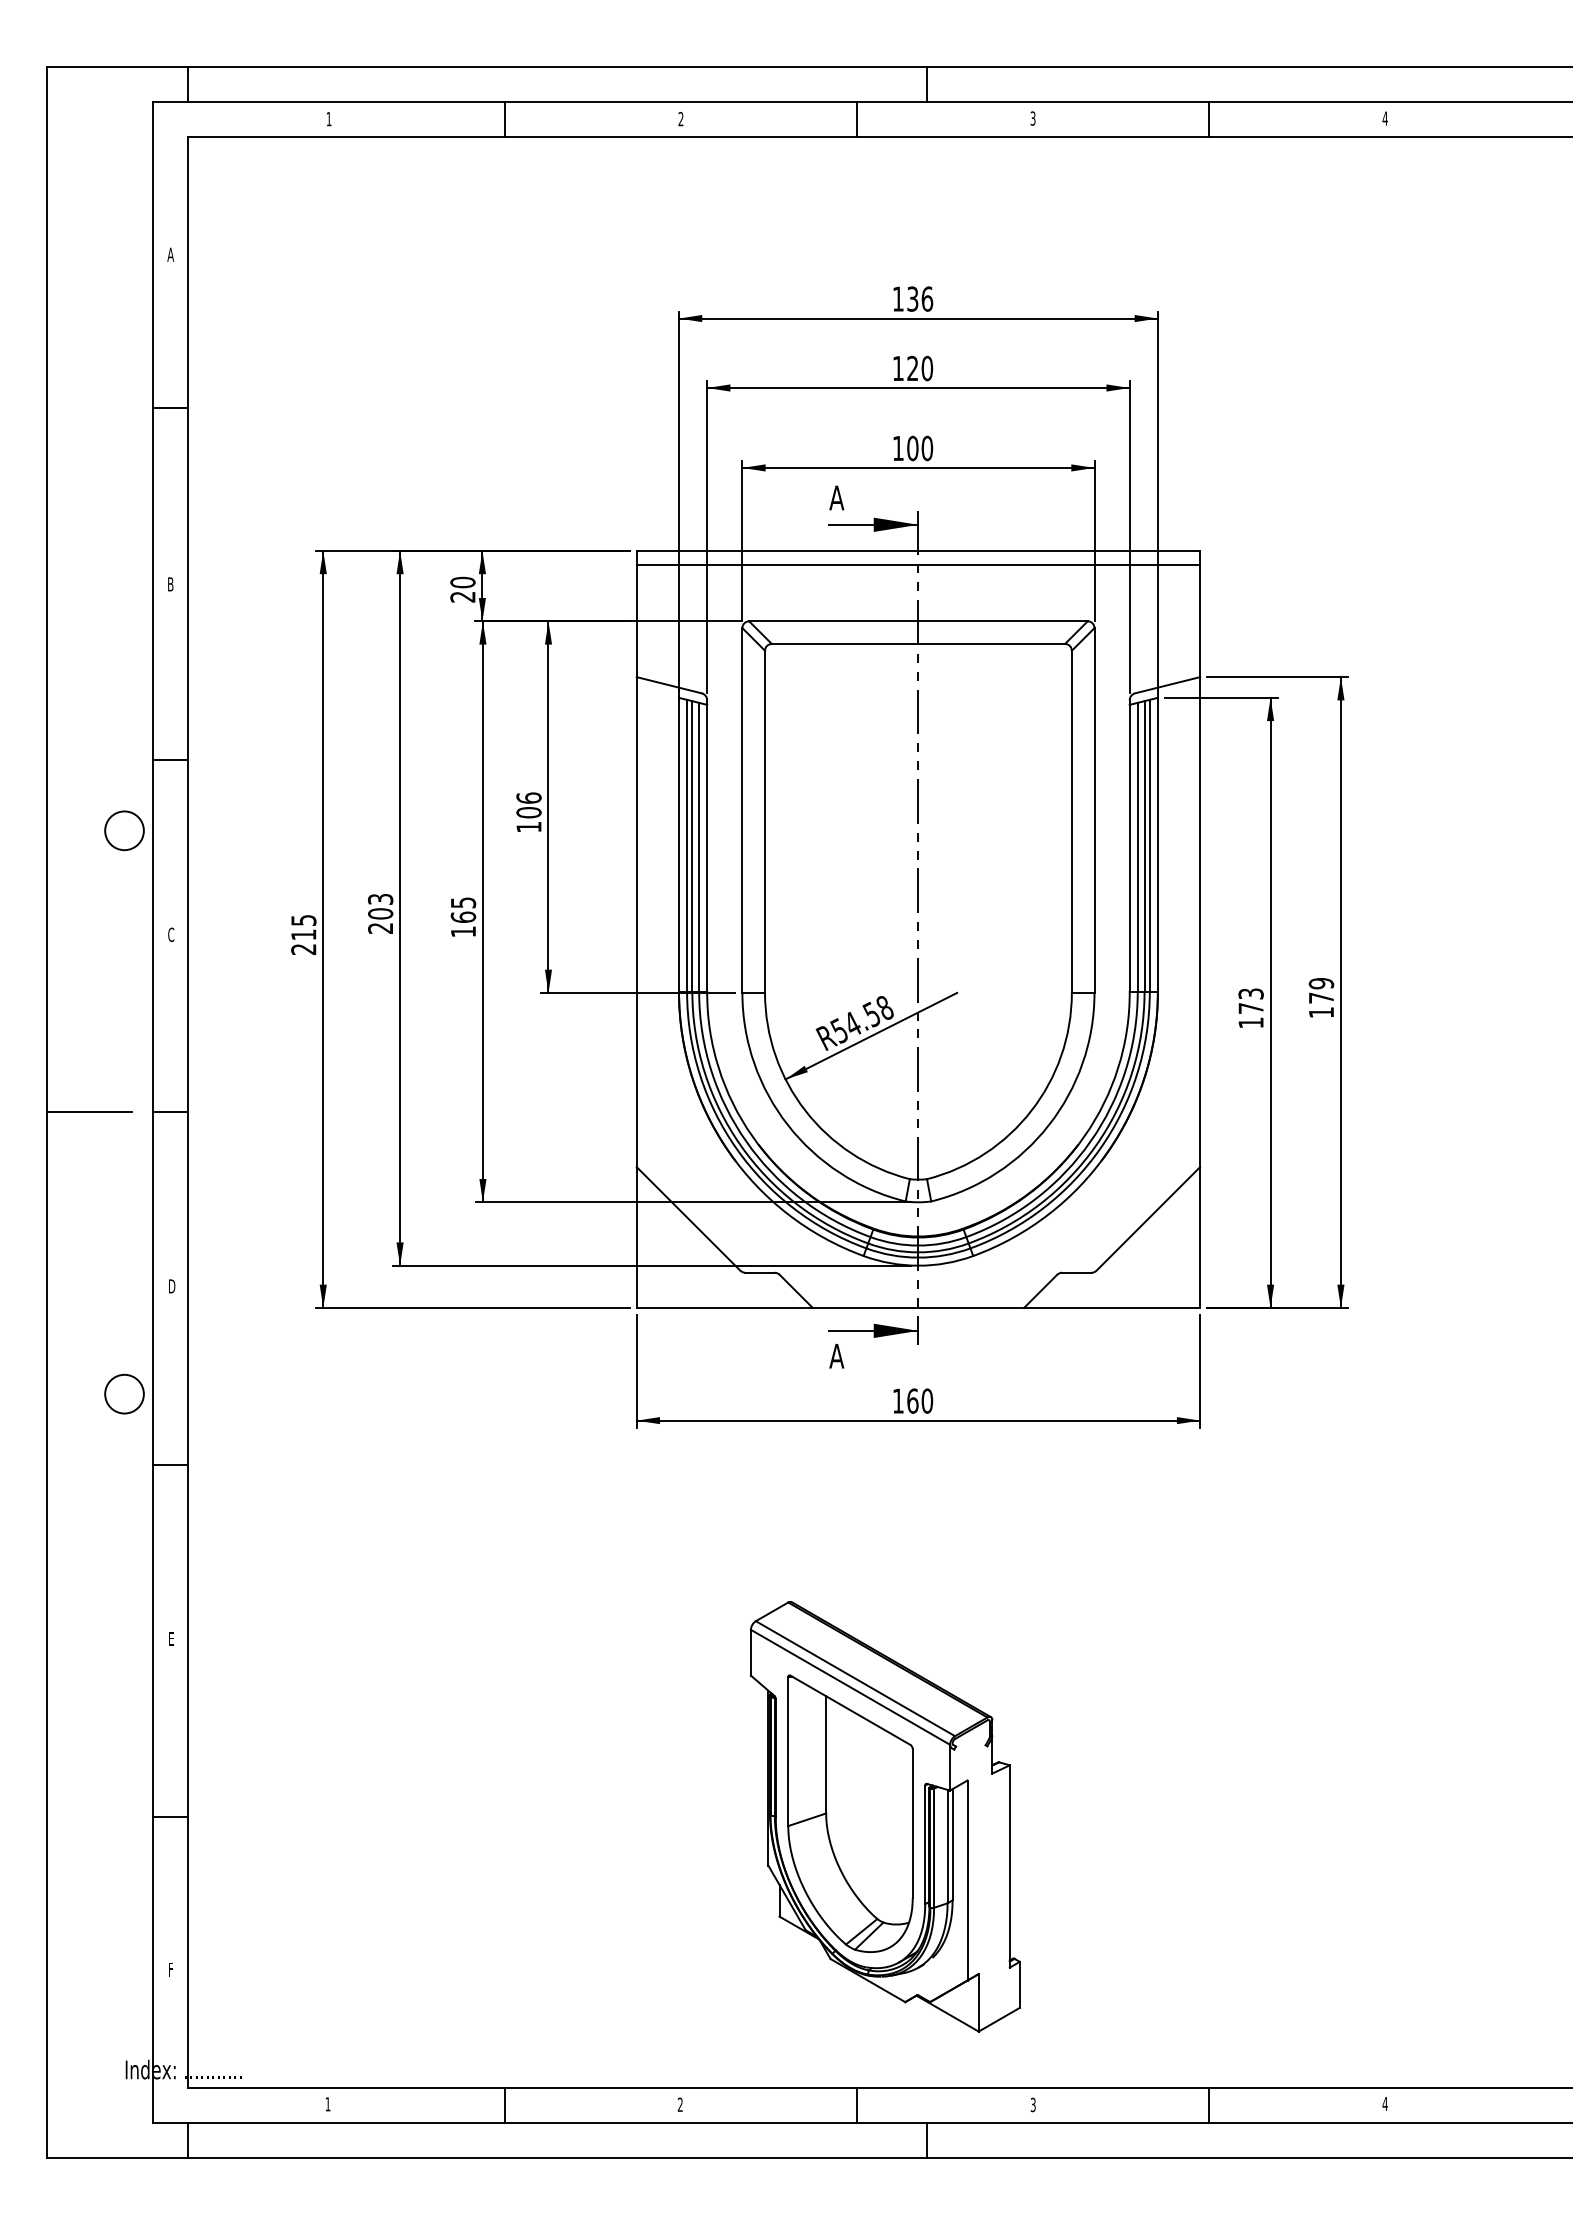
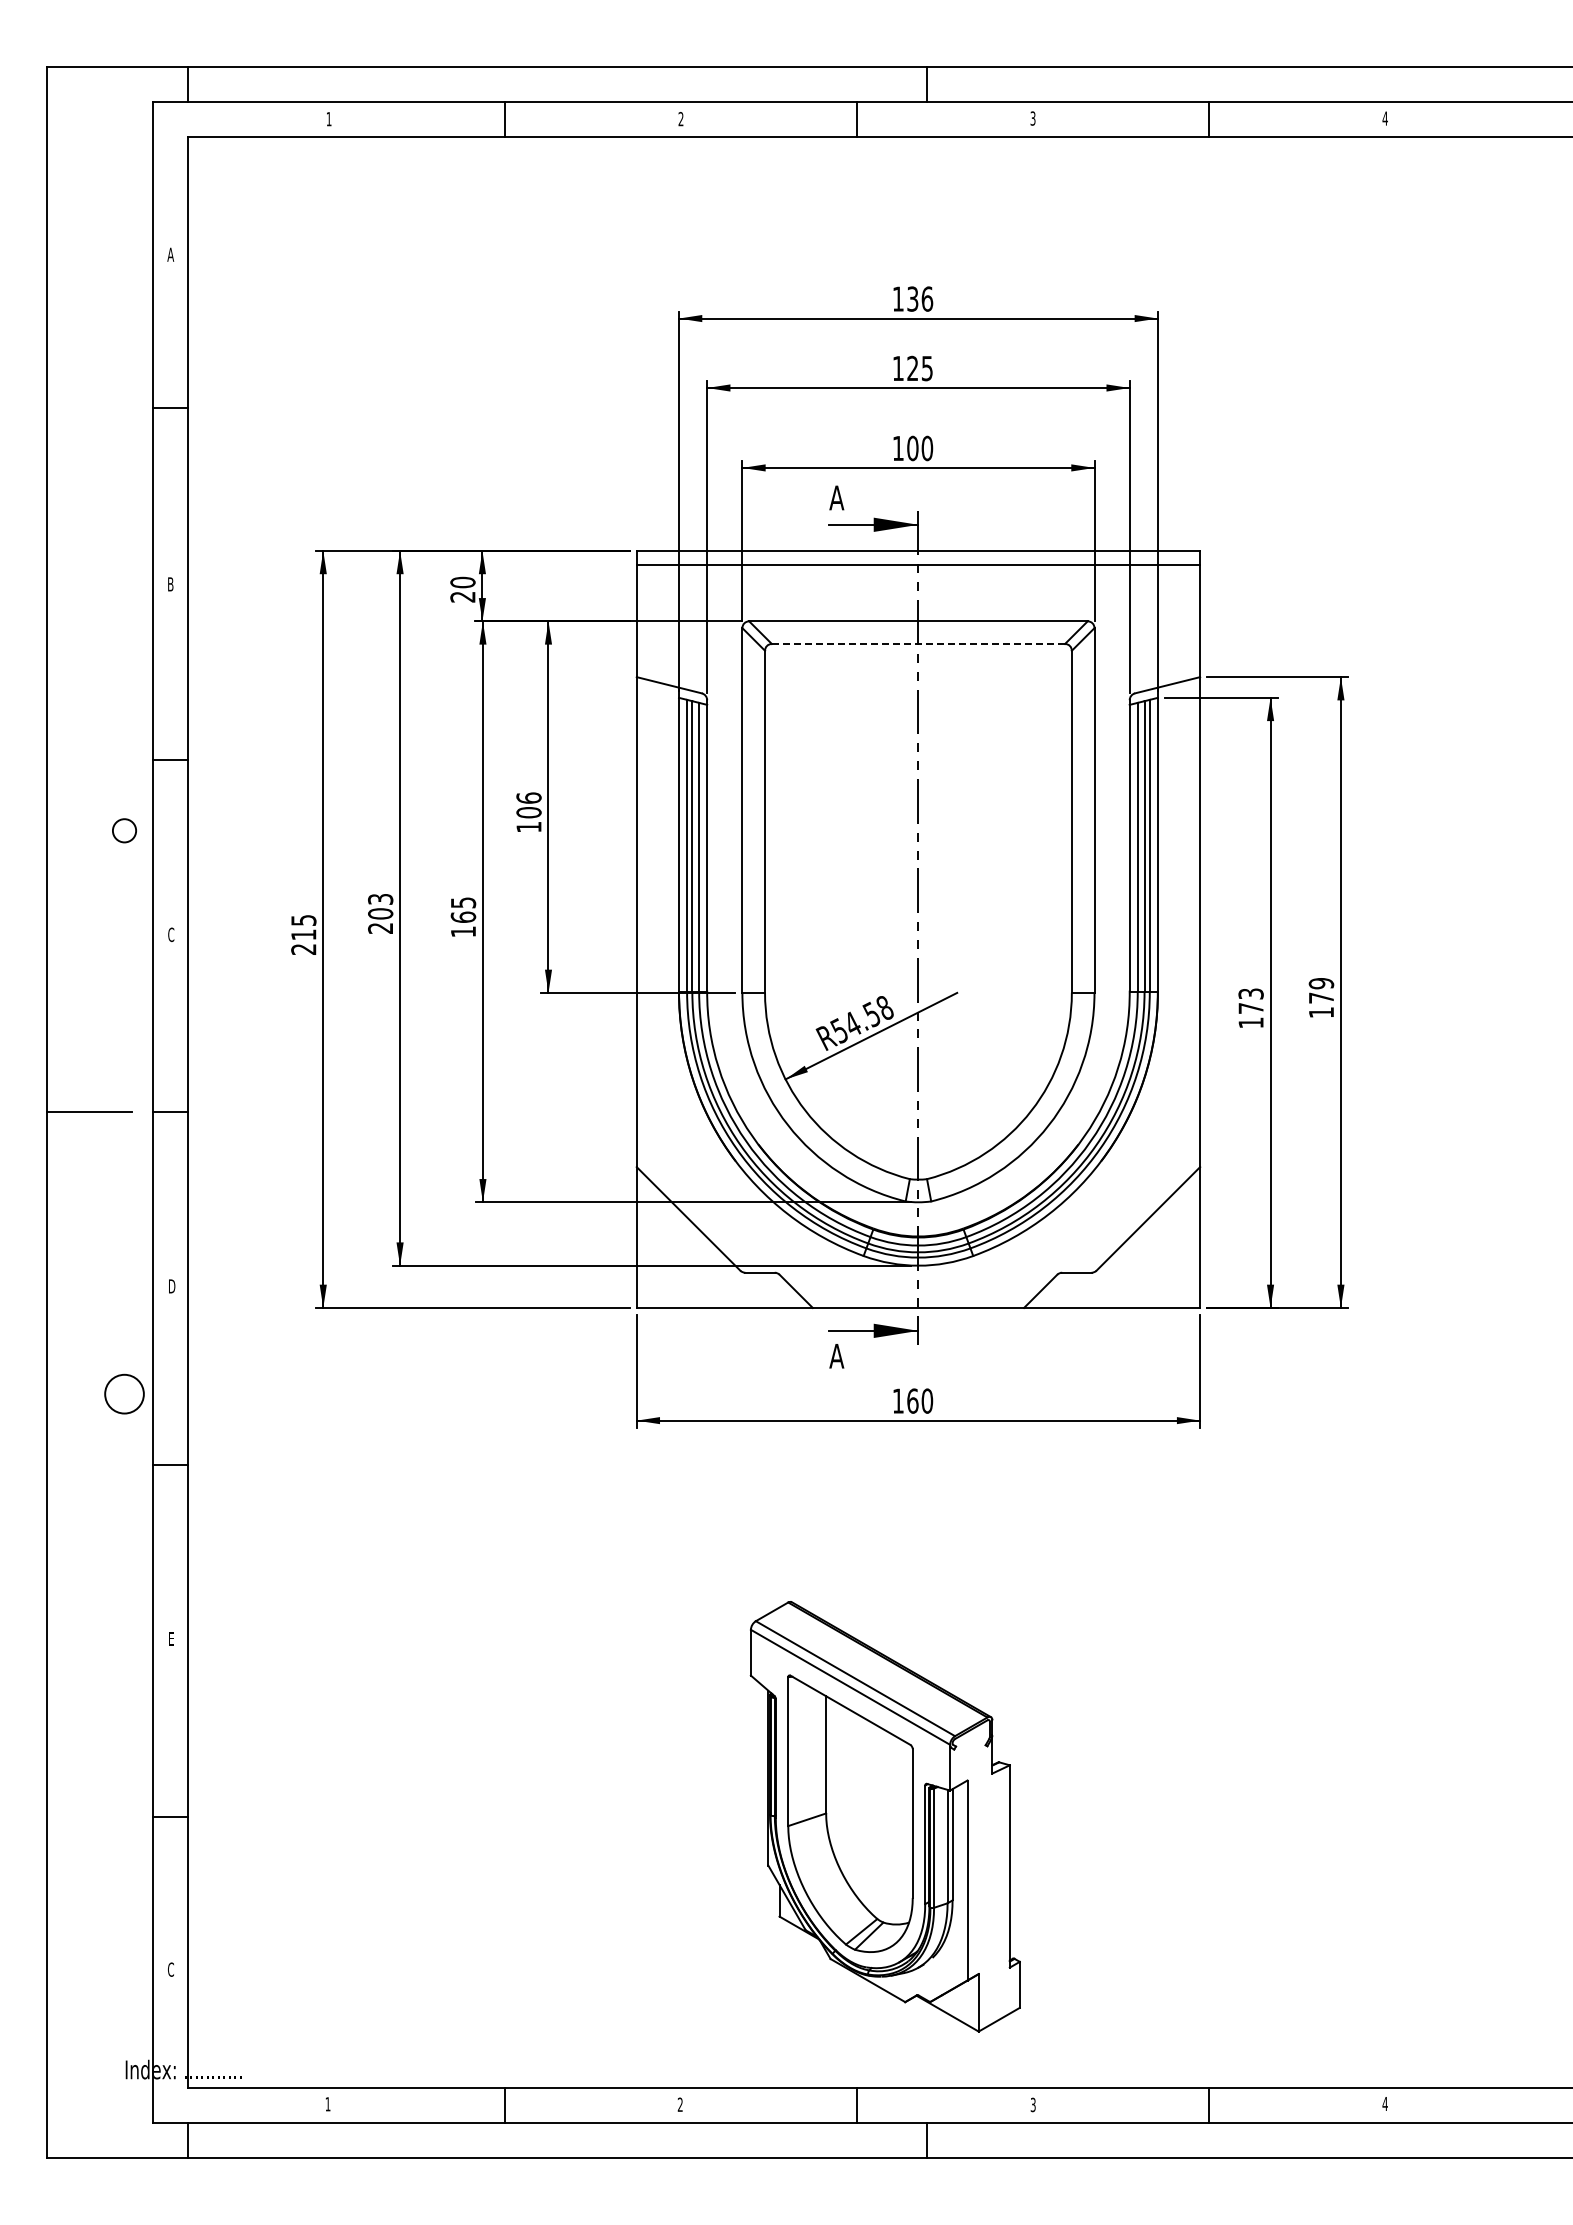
text at (927, 368): 120 -> 125
line at (918, 643): solid -> dashed
circle at (124, 830) diameter: 39 px -> 23 px
text at (170, 1969): F -> C
